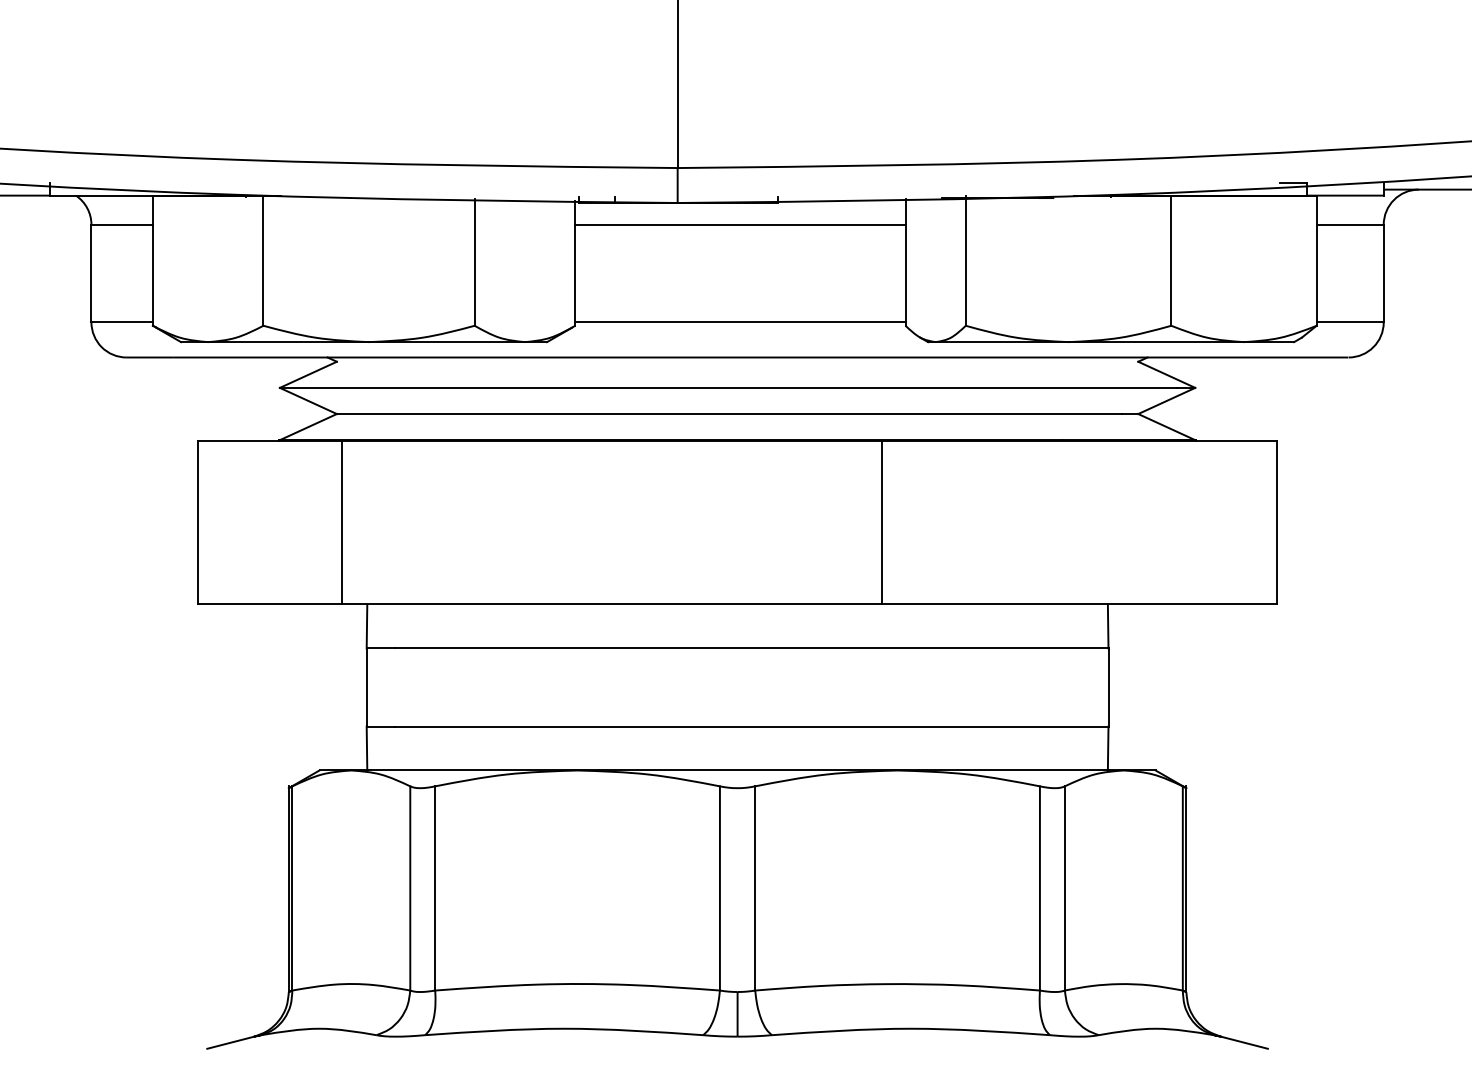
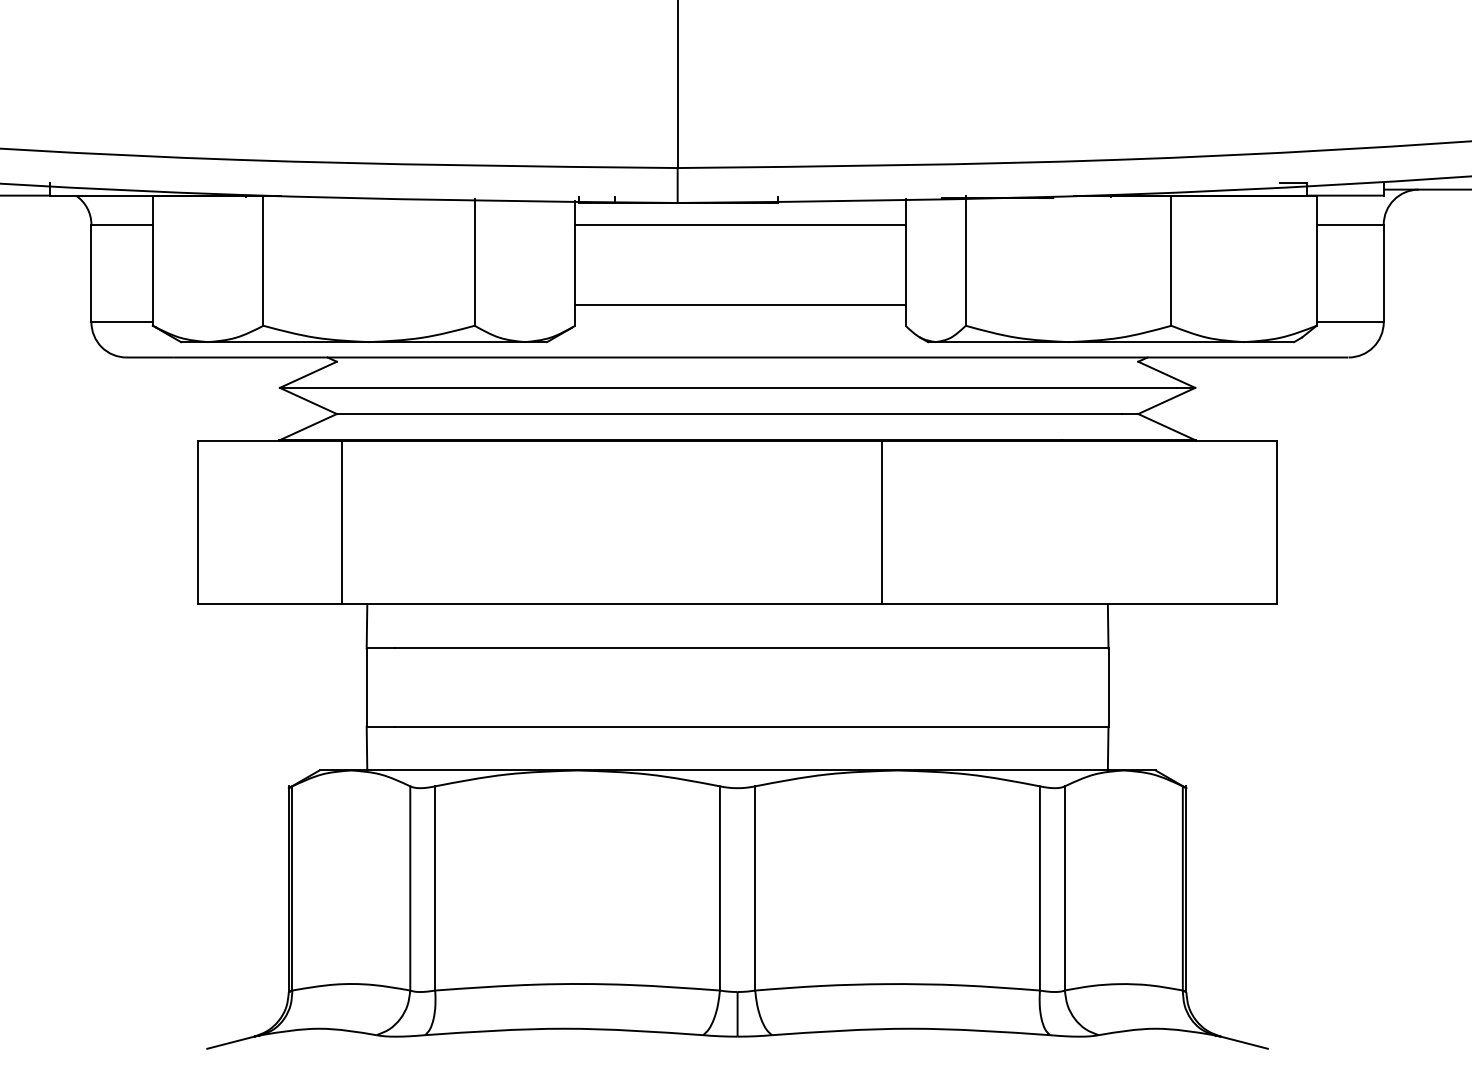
line at (740, 322) position: (740, 322) -> (740, 305)
